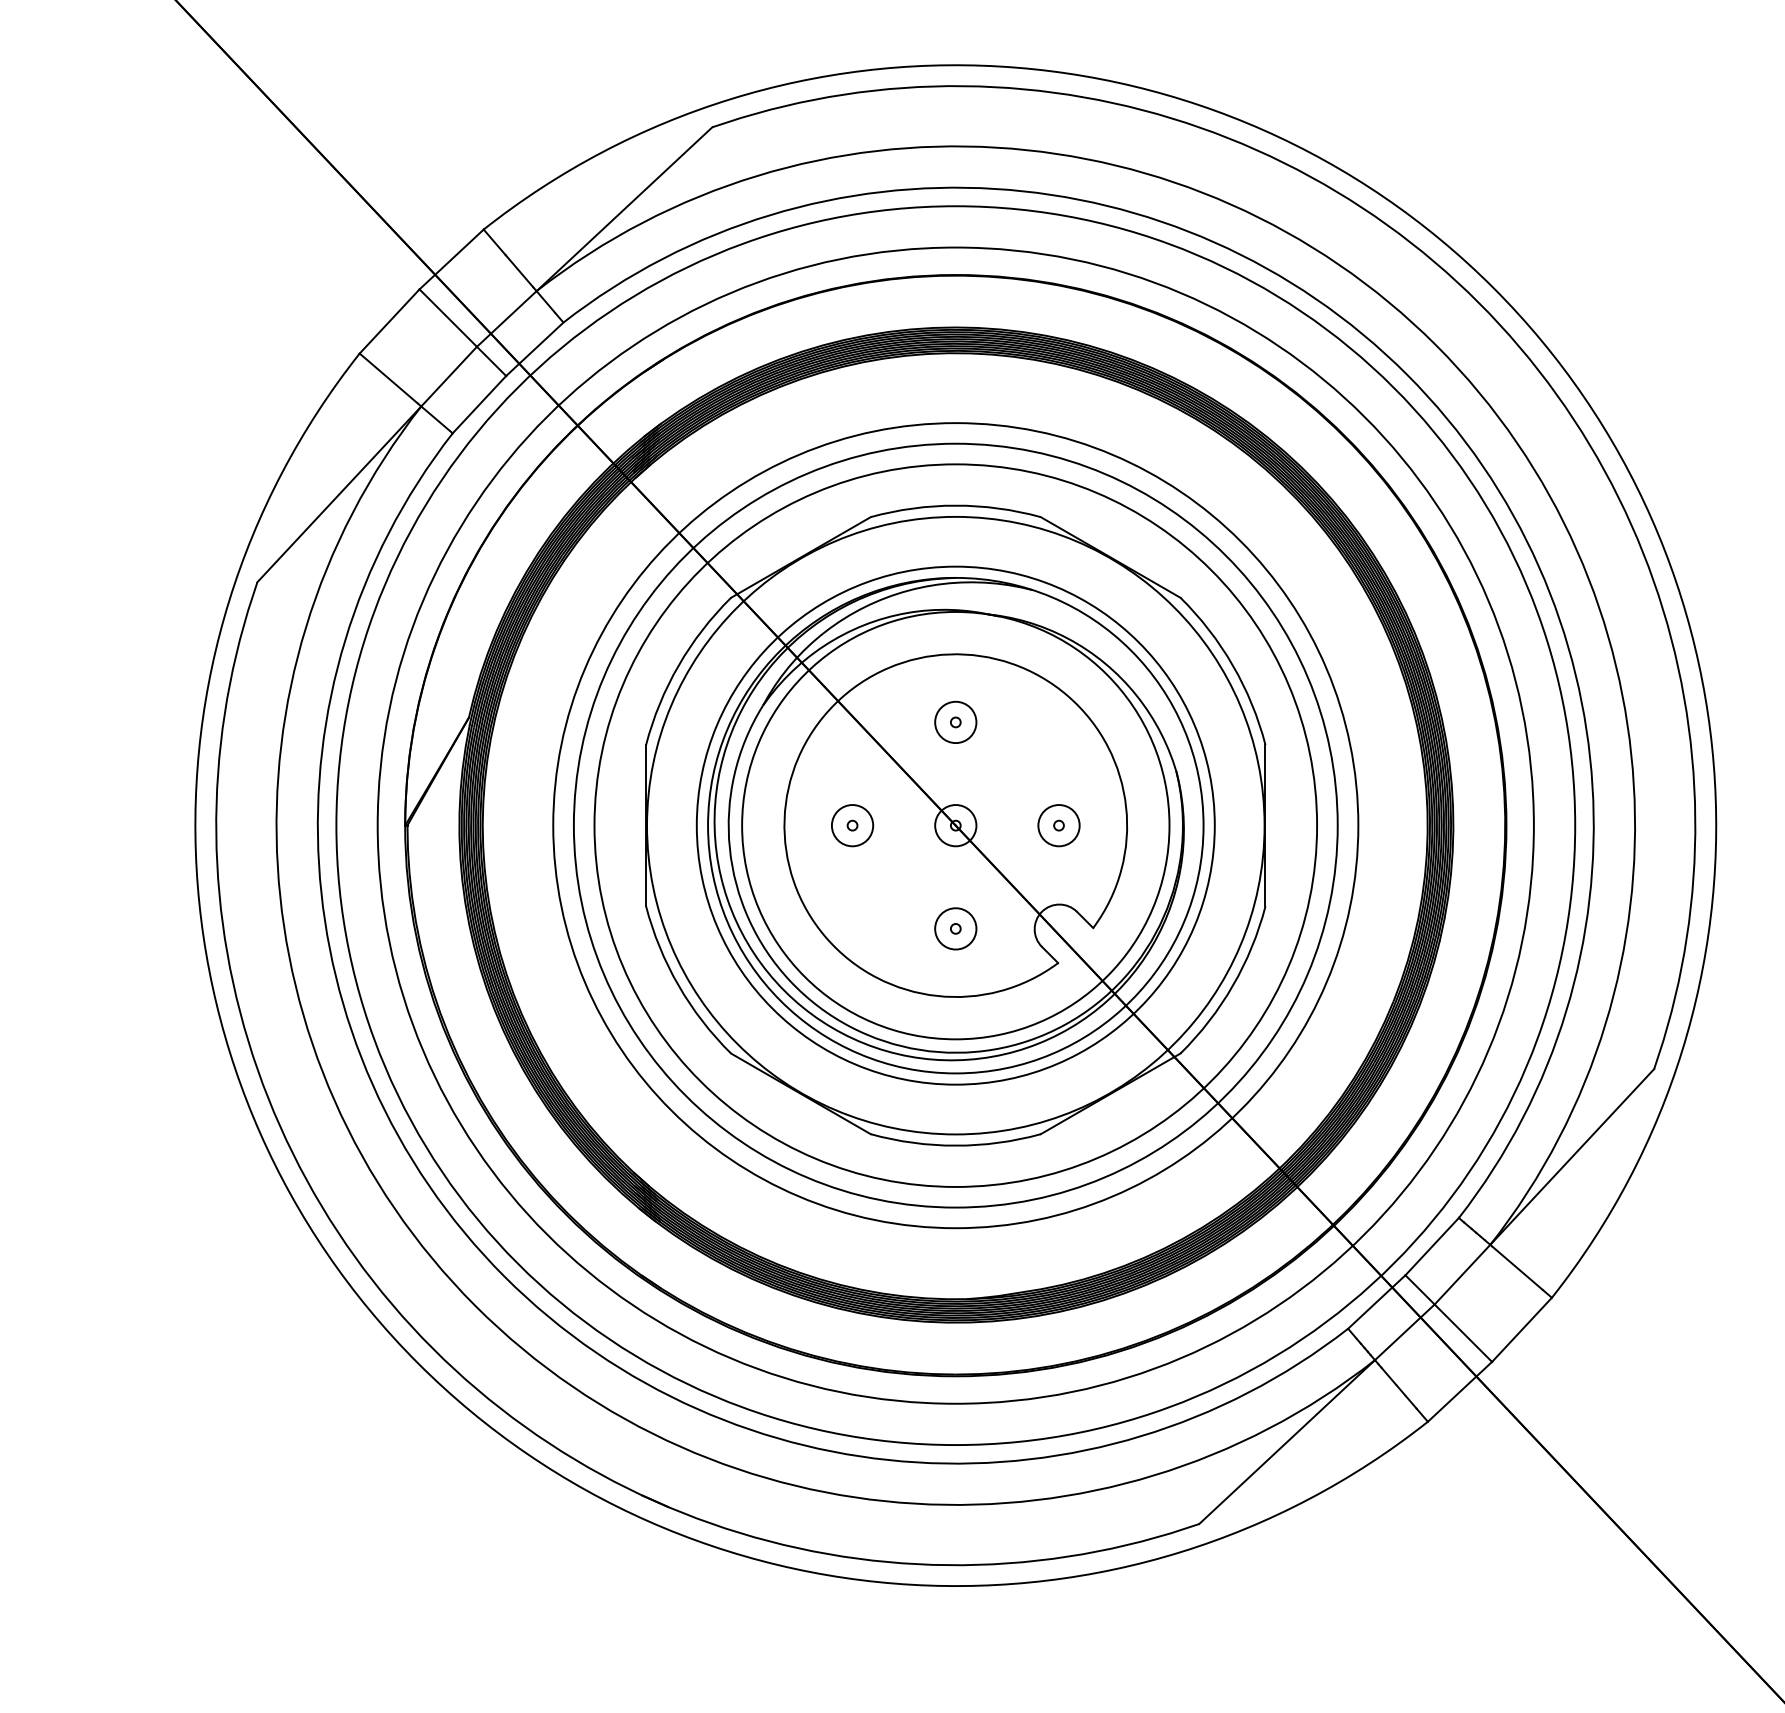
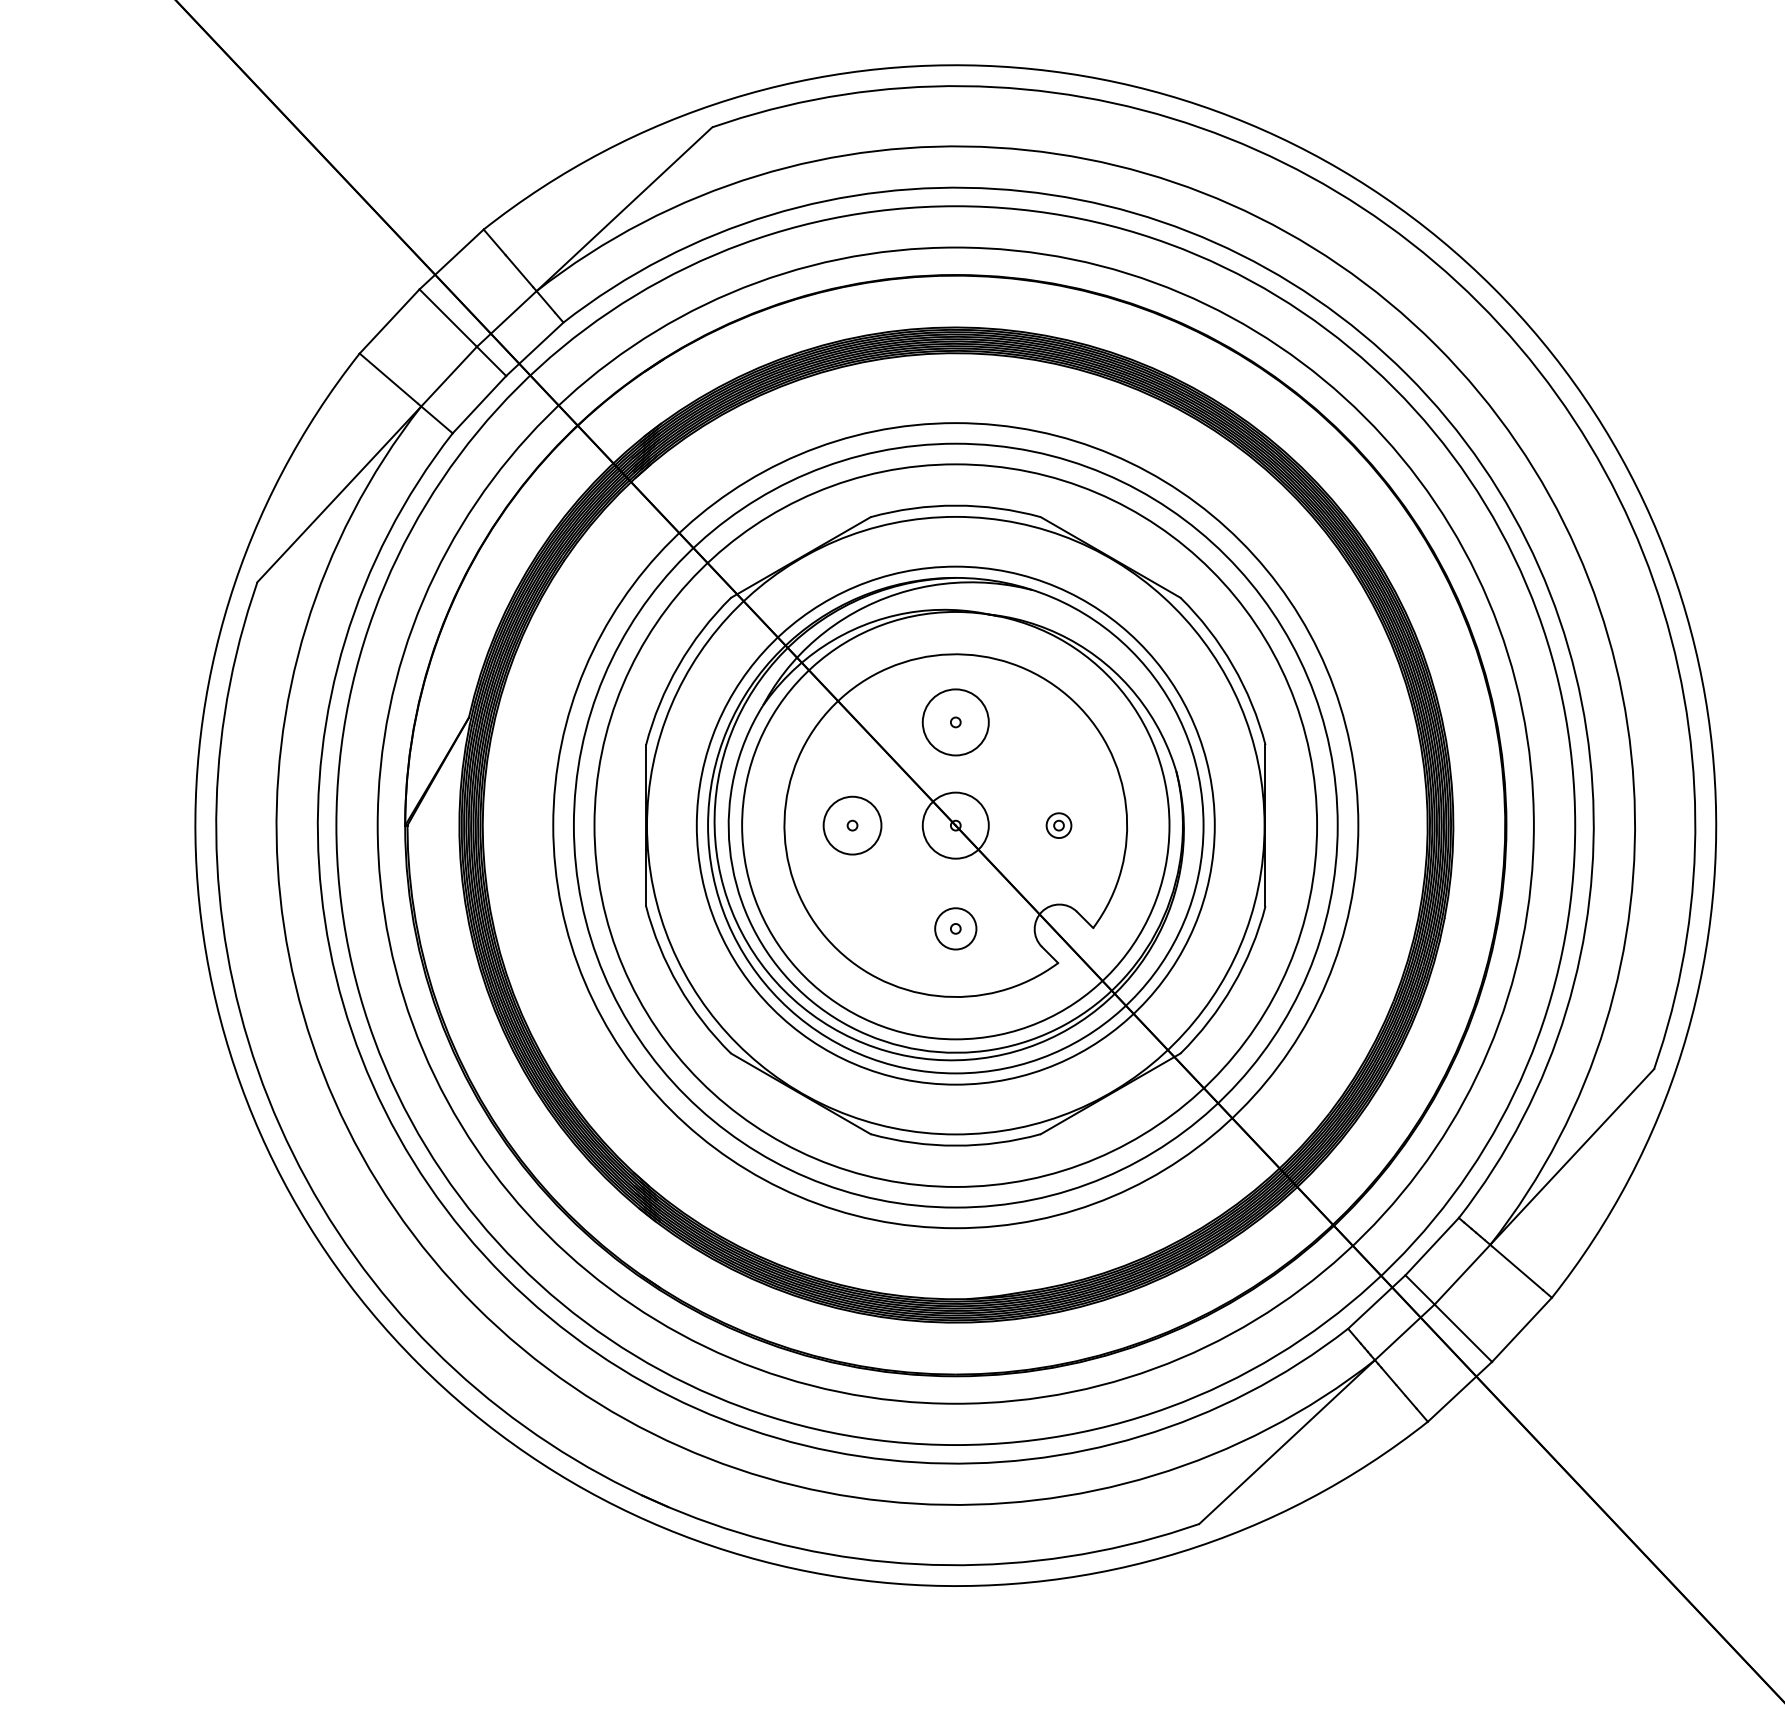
circle at (955, 722) diameter: 41 px -> 66 px
circle at (852, 825) diameter: 41 px -> 58 px
circle at (955, 825) diameter: 41 px -> 66 px
circle at (1058, 825) diameter: 41 px -> 25 px
